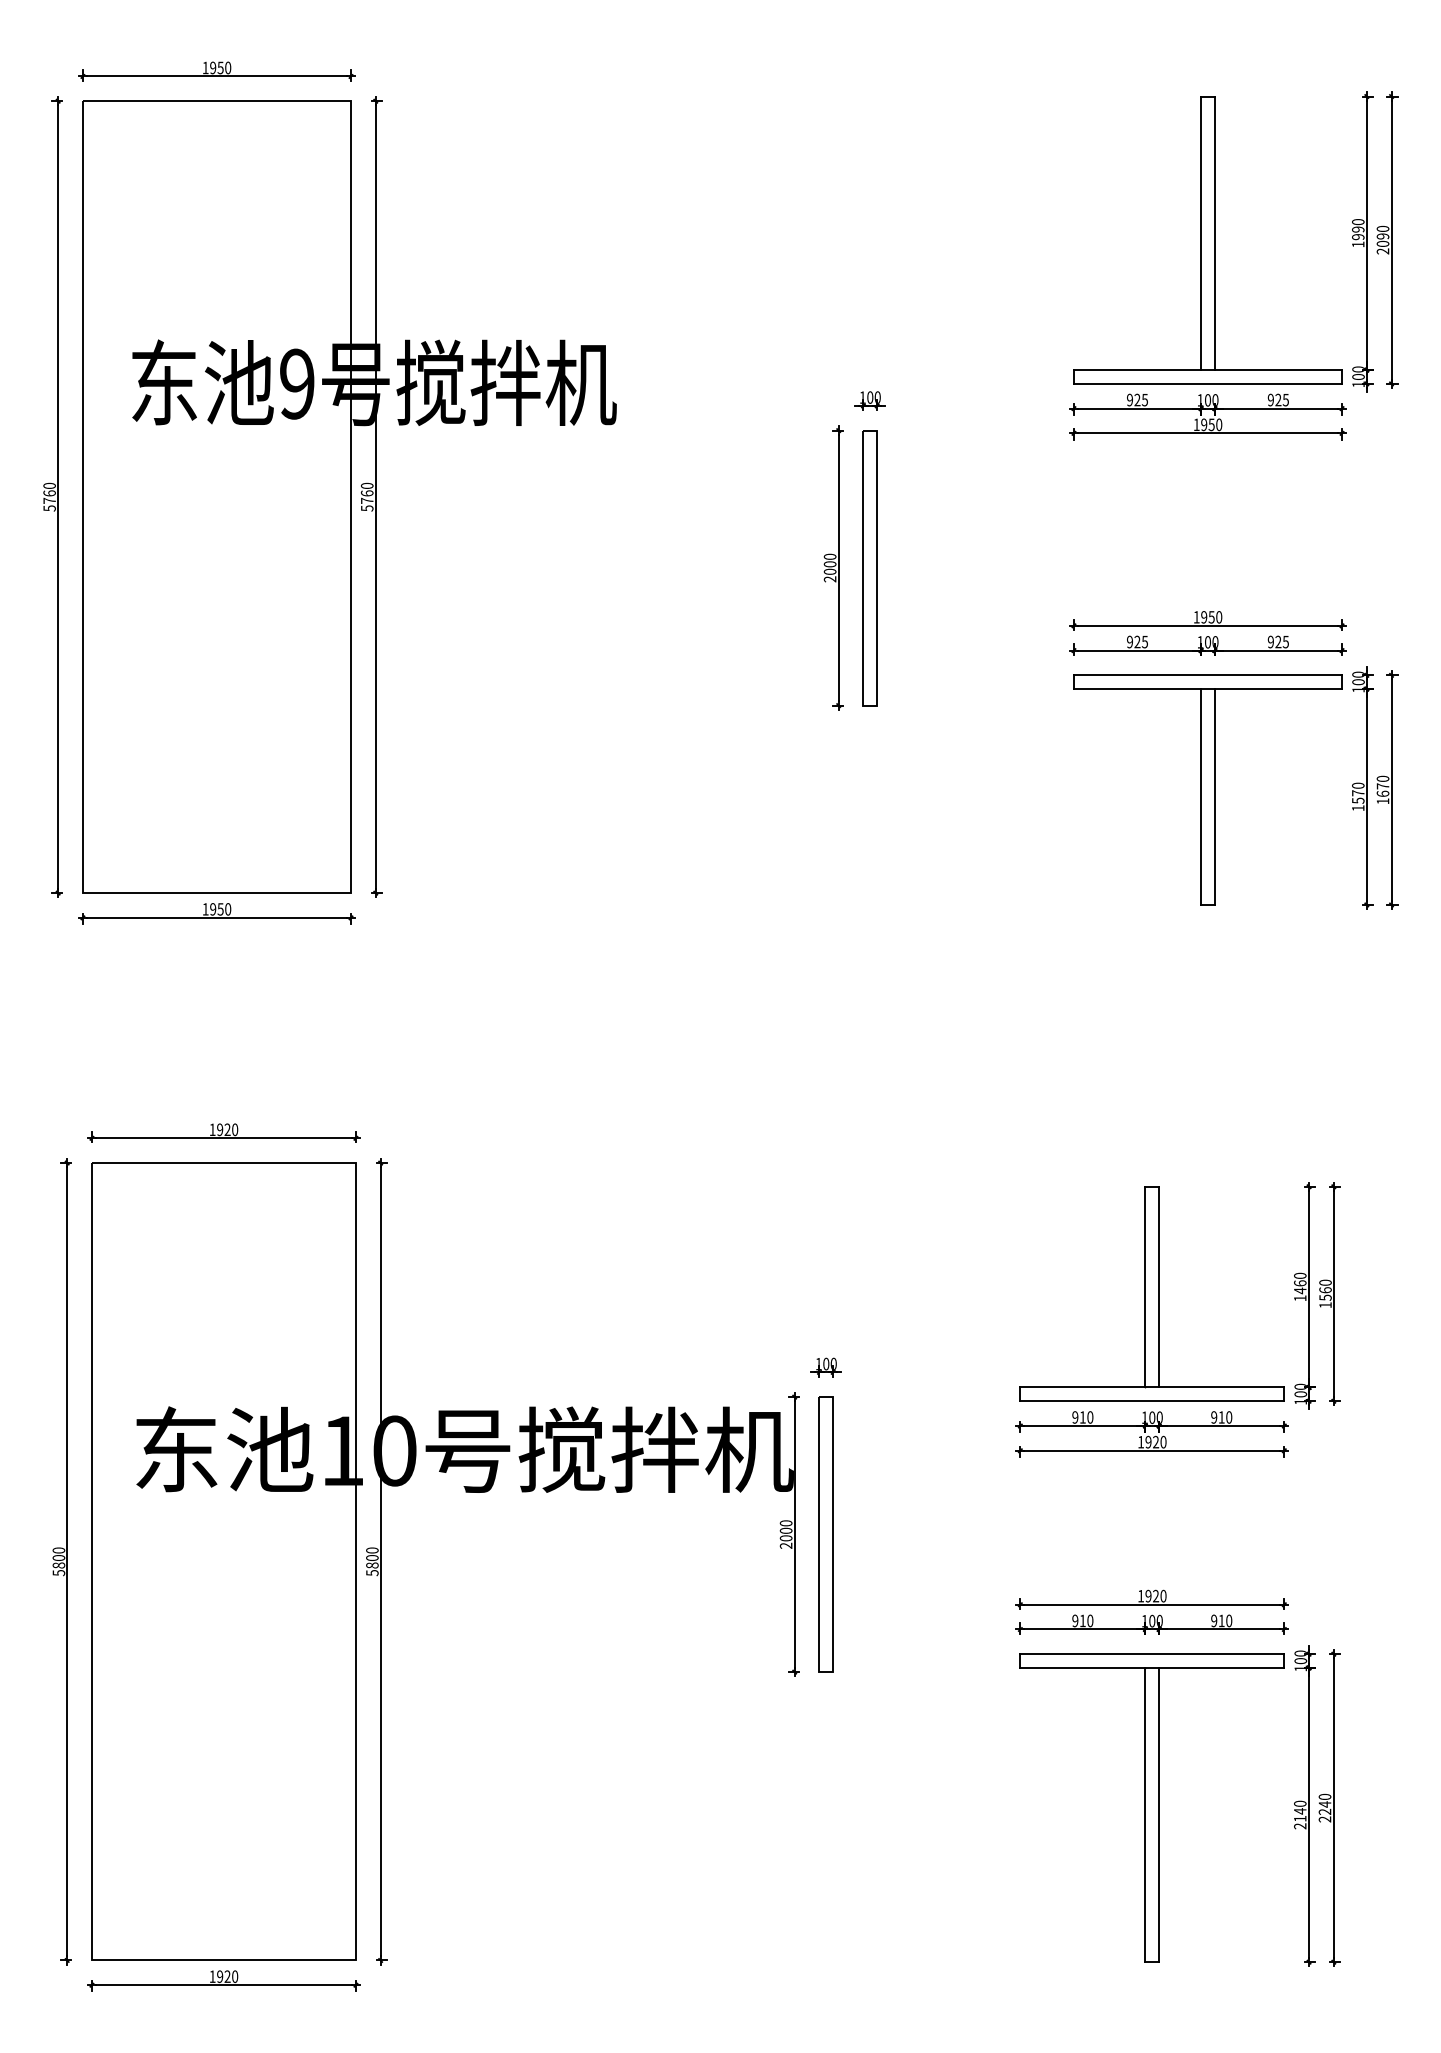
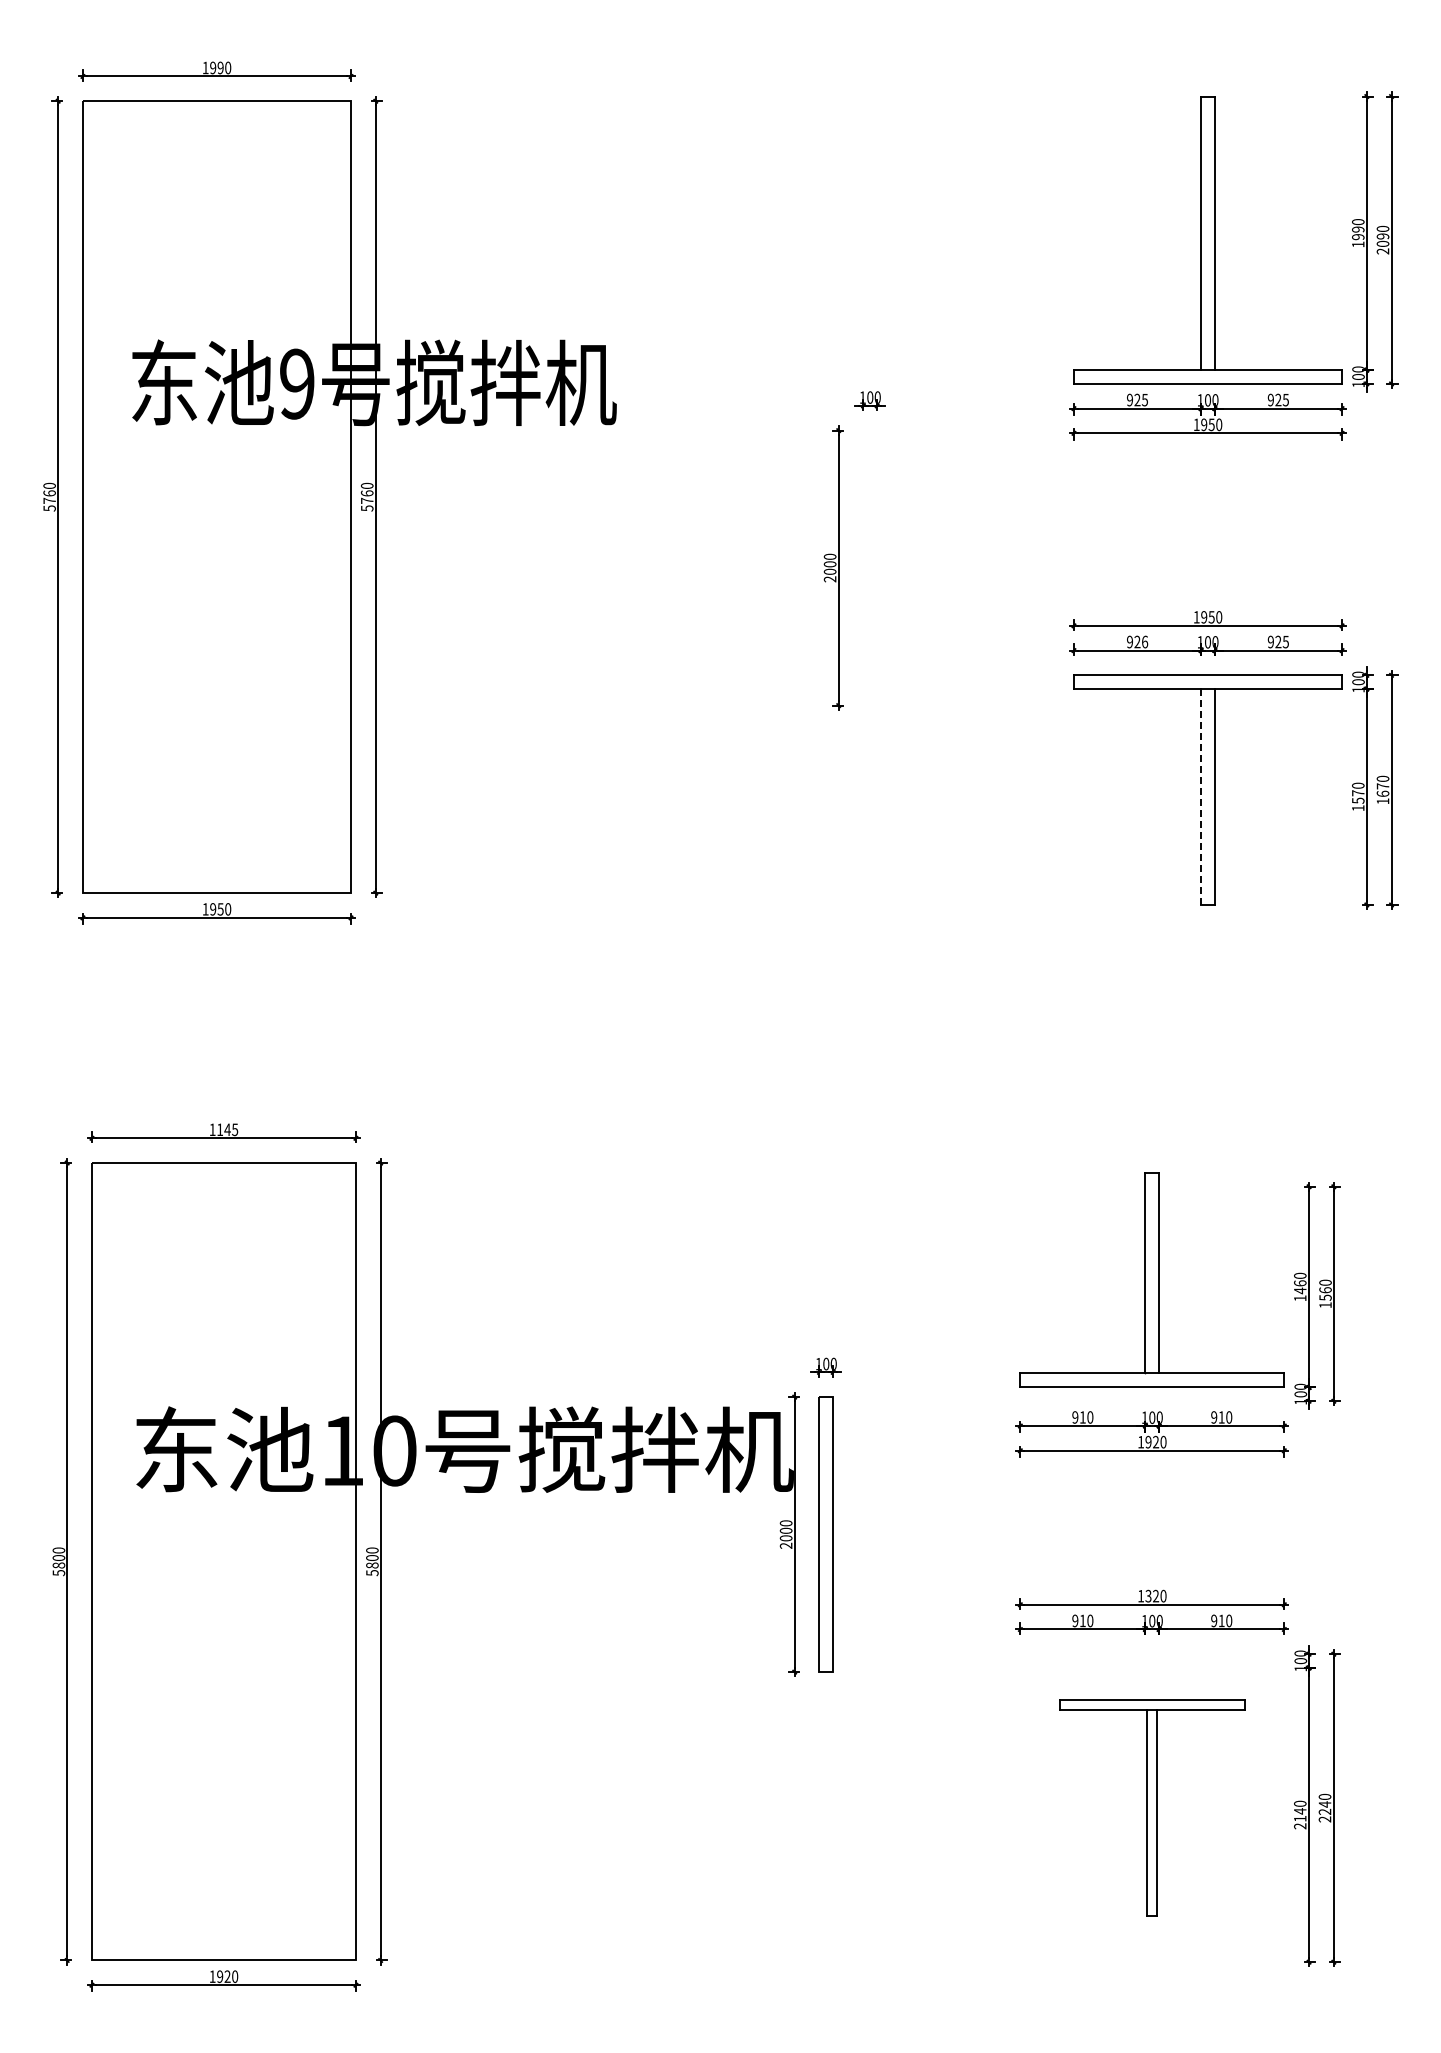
text at (220, 67): 1950 -> 1990
part at (869, 568): present -> none
text at (1144, 641): 925 -> 926
line at (1201, 797): solid -> dashed
text at (227, 1129): 1920 -> 1145
part at (1151, 1293) position: (1151, 1293) -> (1151, 1279)
text at (1148, 1596): 1920 -> 1320
part at (1151, 1807) size: 266x310 px -> 187x218 px
